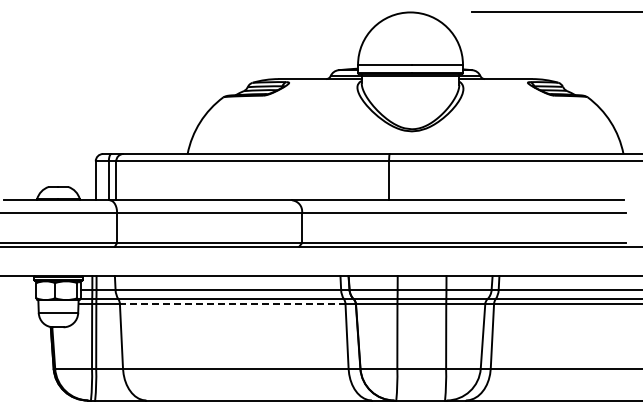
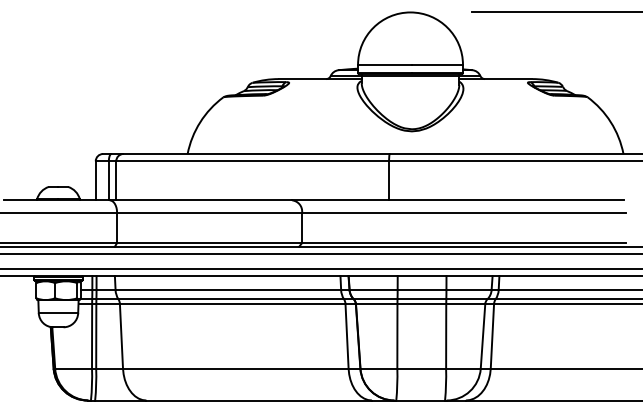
line at (320, 254): none -> present
line at (320, 268): none -> present
line at (232, 304): dashed -> solid
